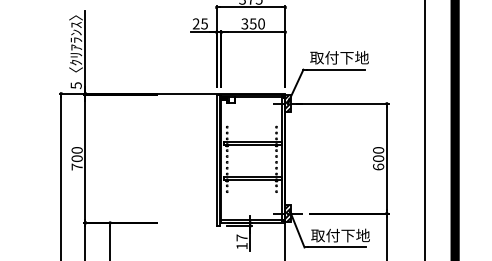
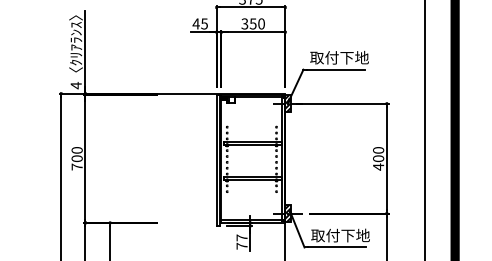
text at (195, 23): 25 -> 45
text at (75, 85): 5 -> 4
text at (378, 166): 600 -> 400
text at (241, 245): 17 -> 77
